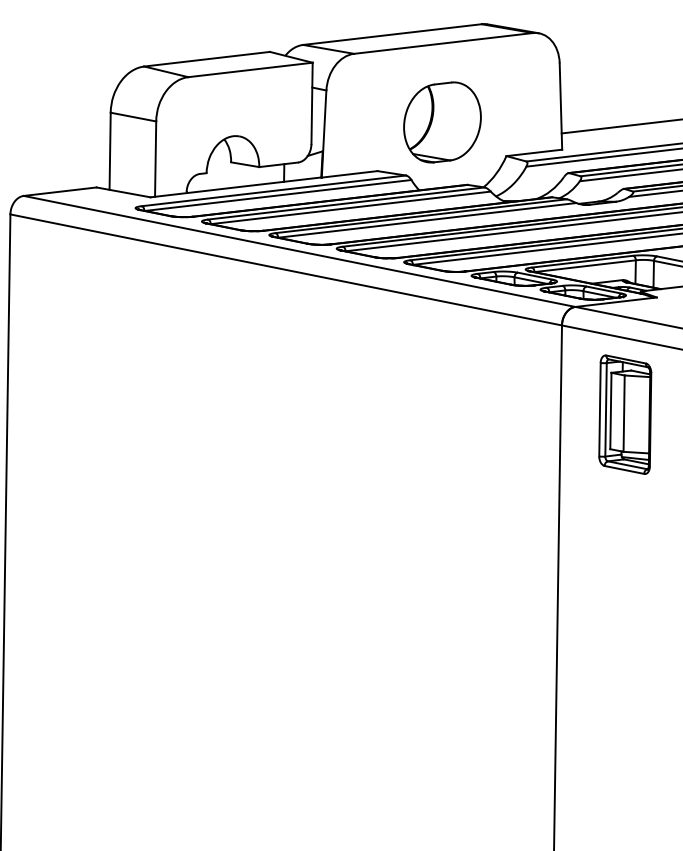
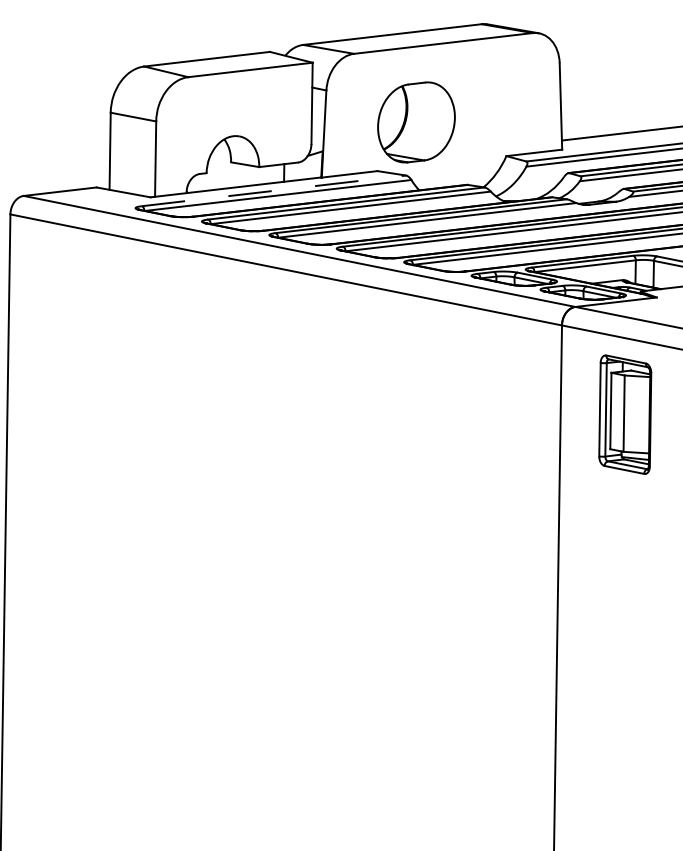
part at (442, 122) position: (442, 122) -> (416, 122)
line at (620, 126) position: (620, 126) -> (620, 133)
line at (274, 190): solid -> dashed
